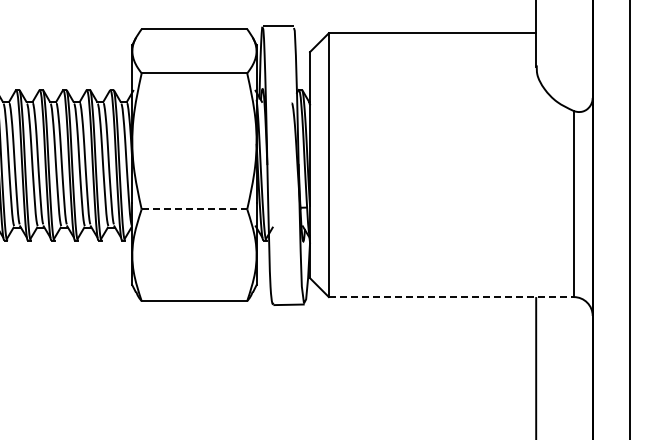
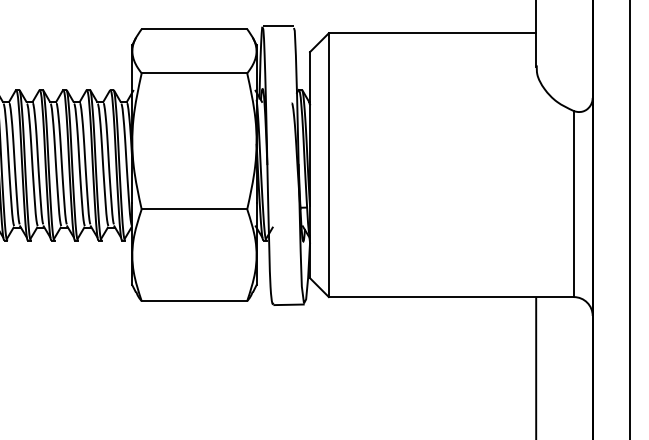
line at (194, 209): dashed -> solid
line at (451, 297): dashed -> solid
